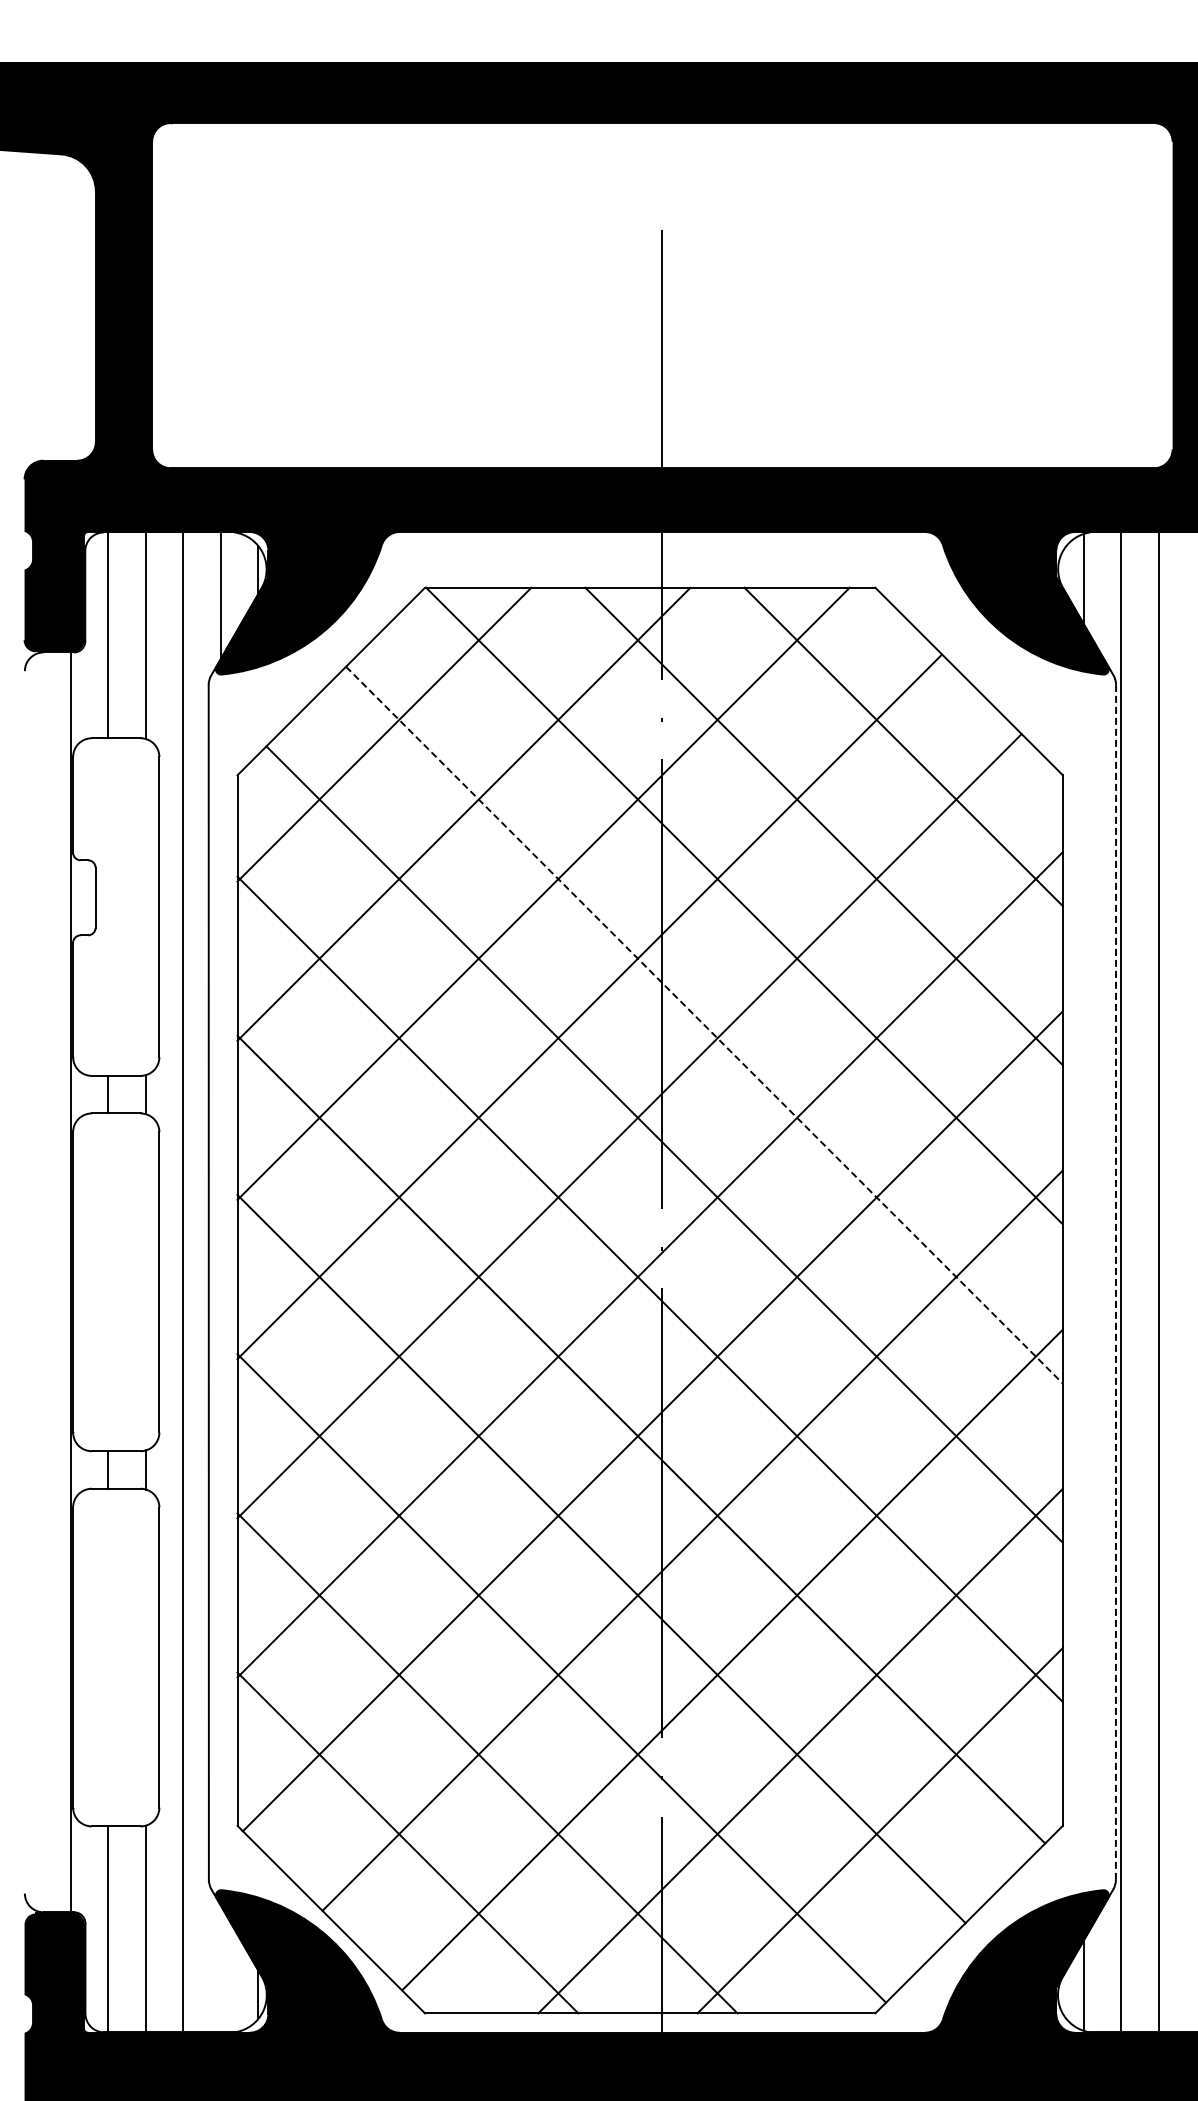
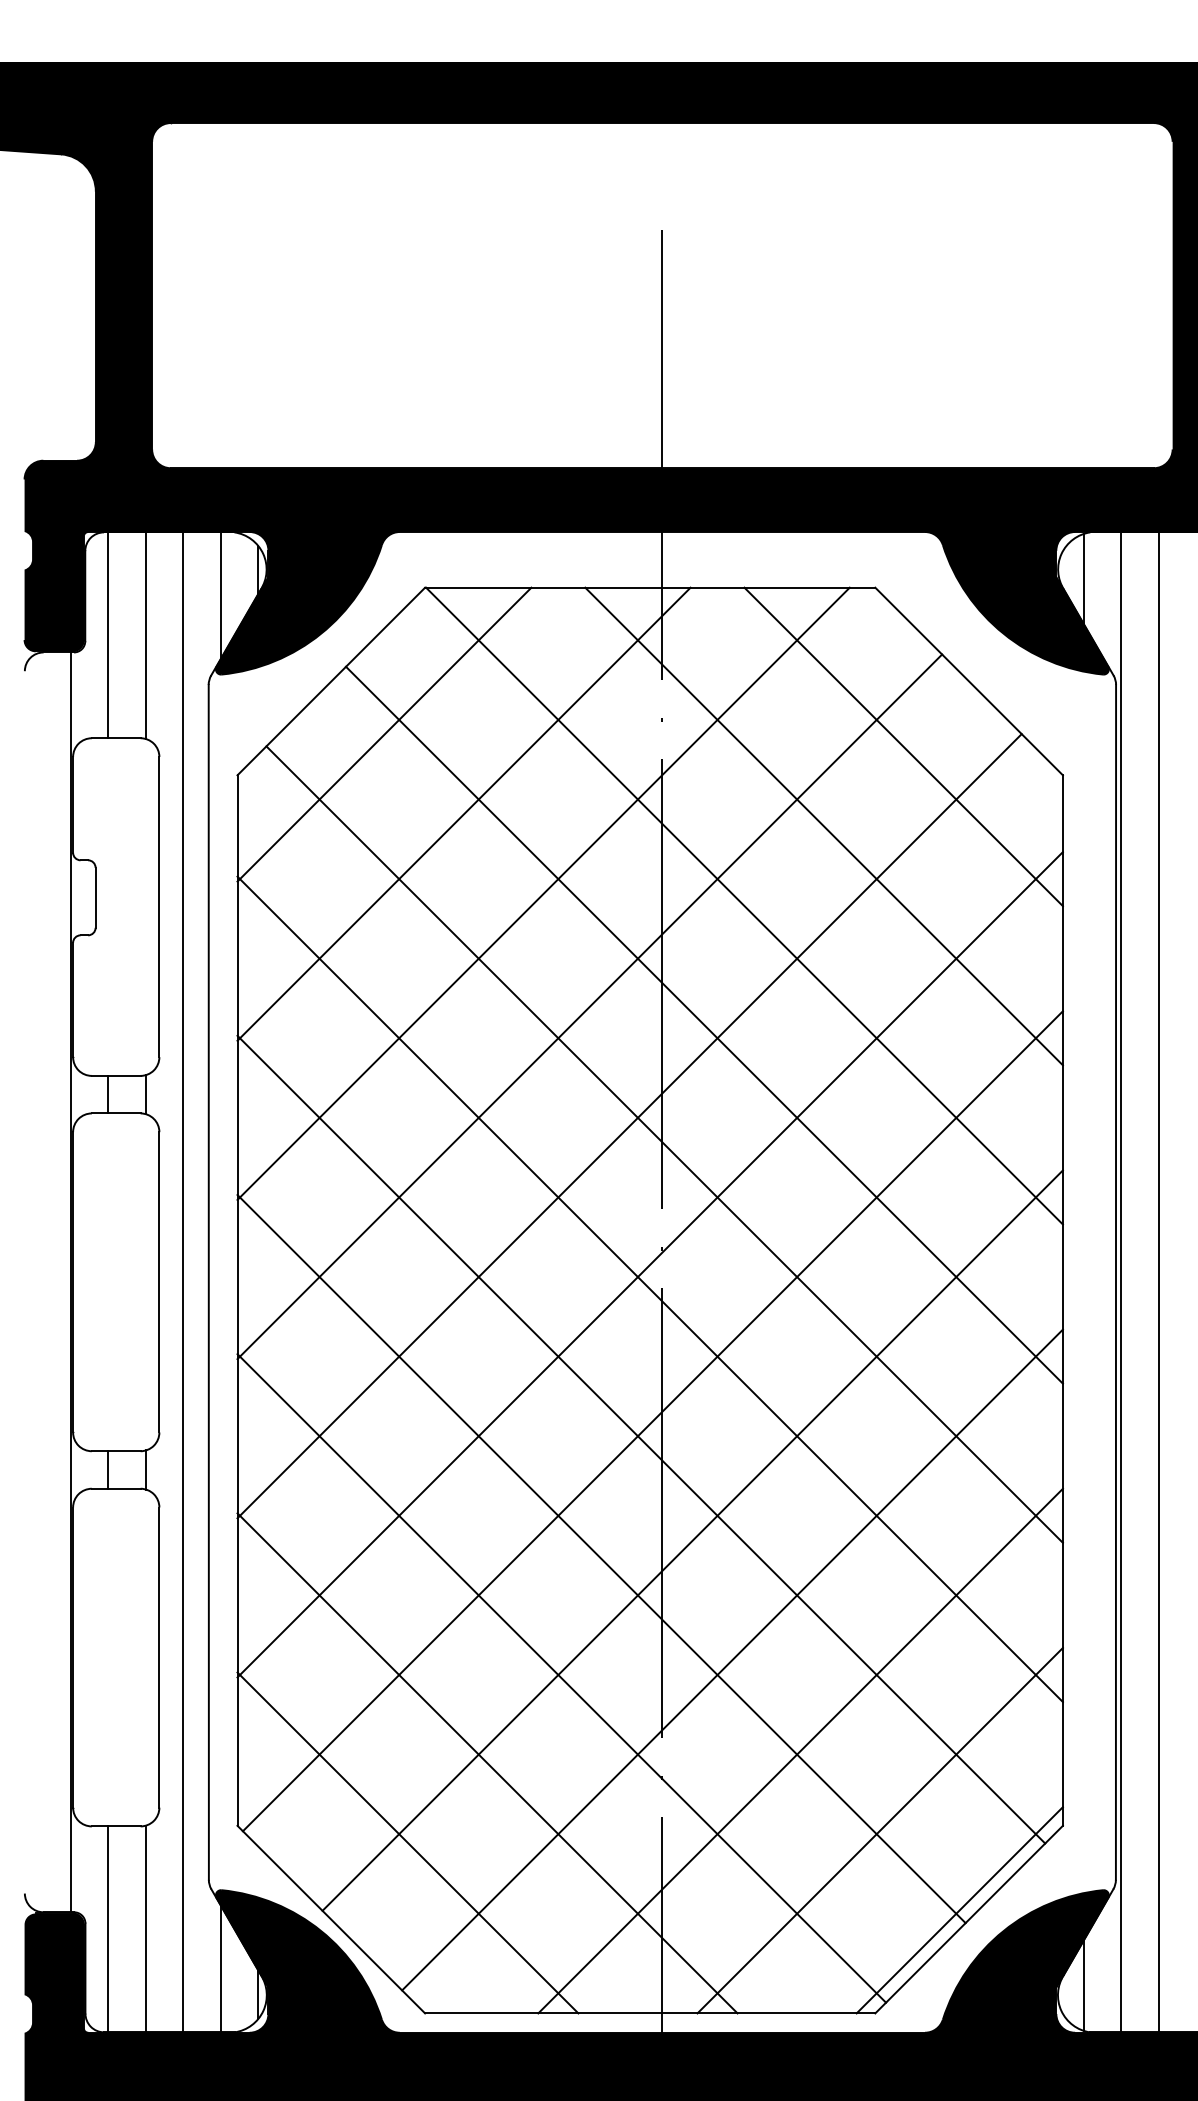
line at (704, 1025): dashed -> solid
line at (1115, 1282): dashed -> solid
line at (959, 1910): none -> present
line at (220, 1968): none -> present
